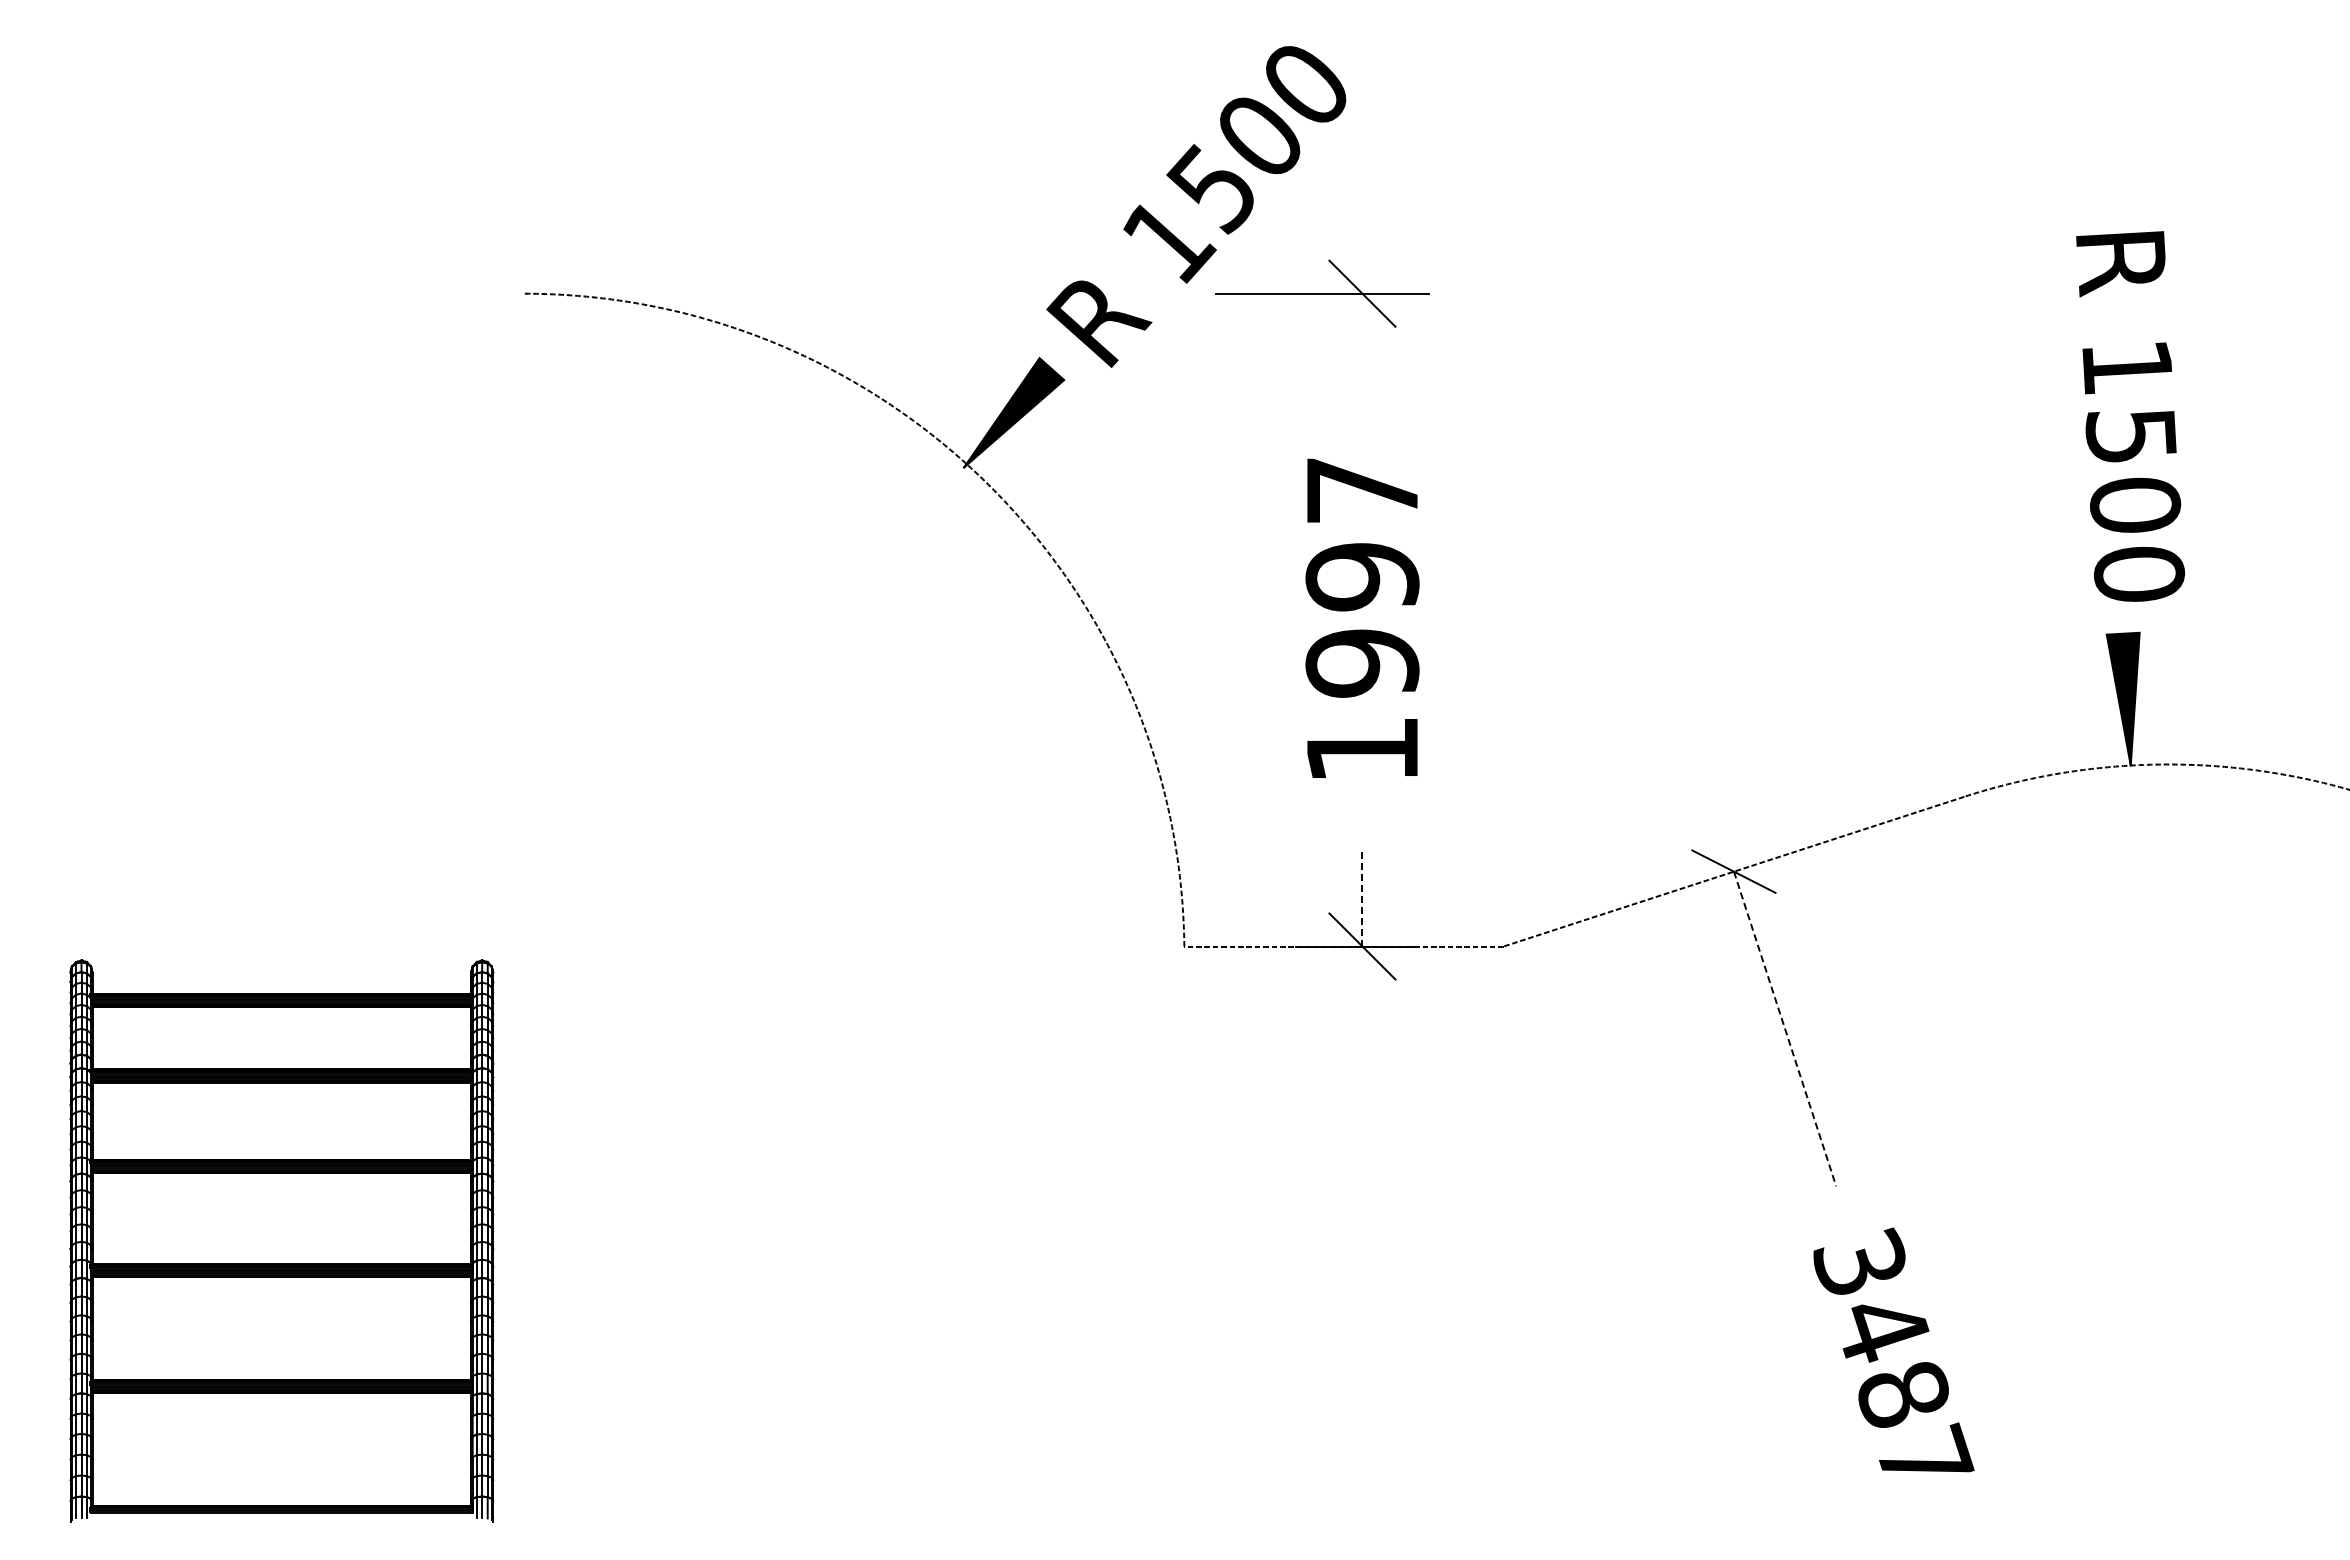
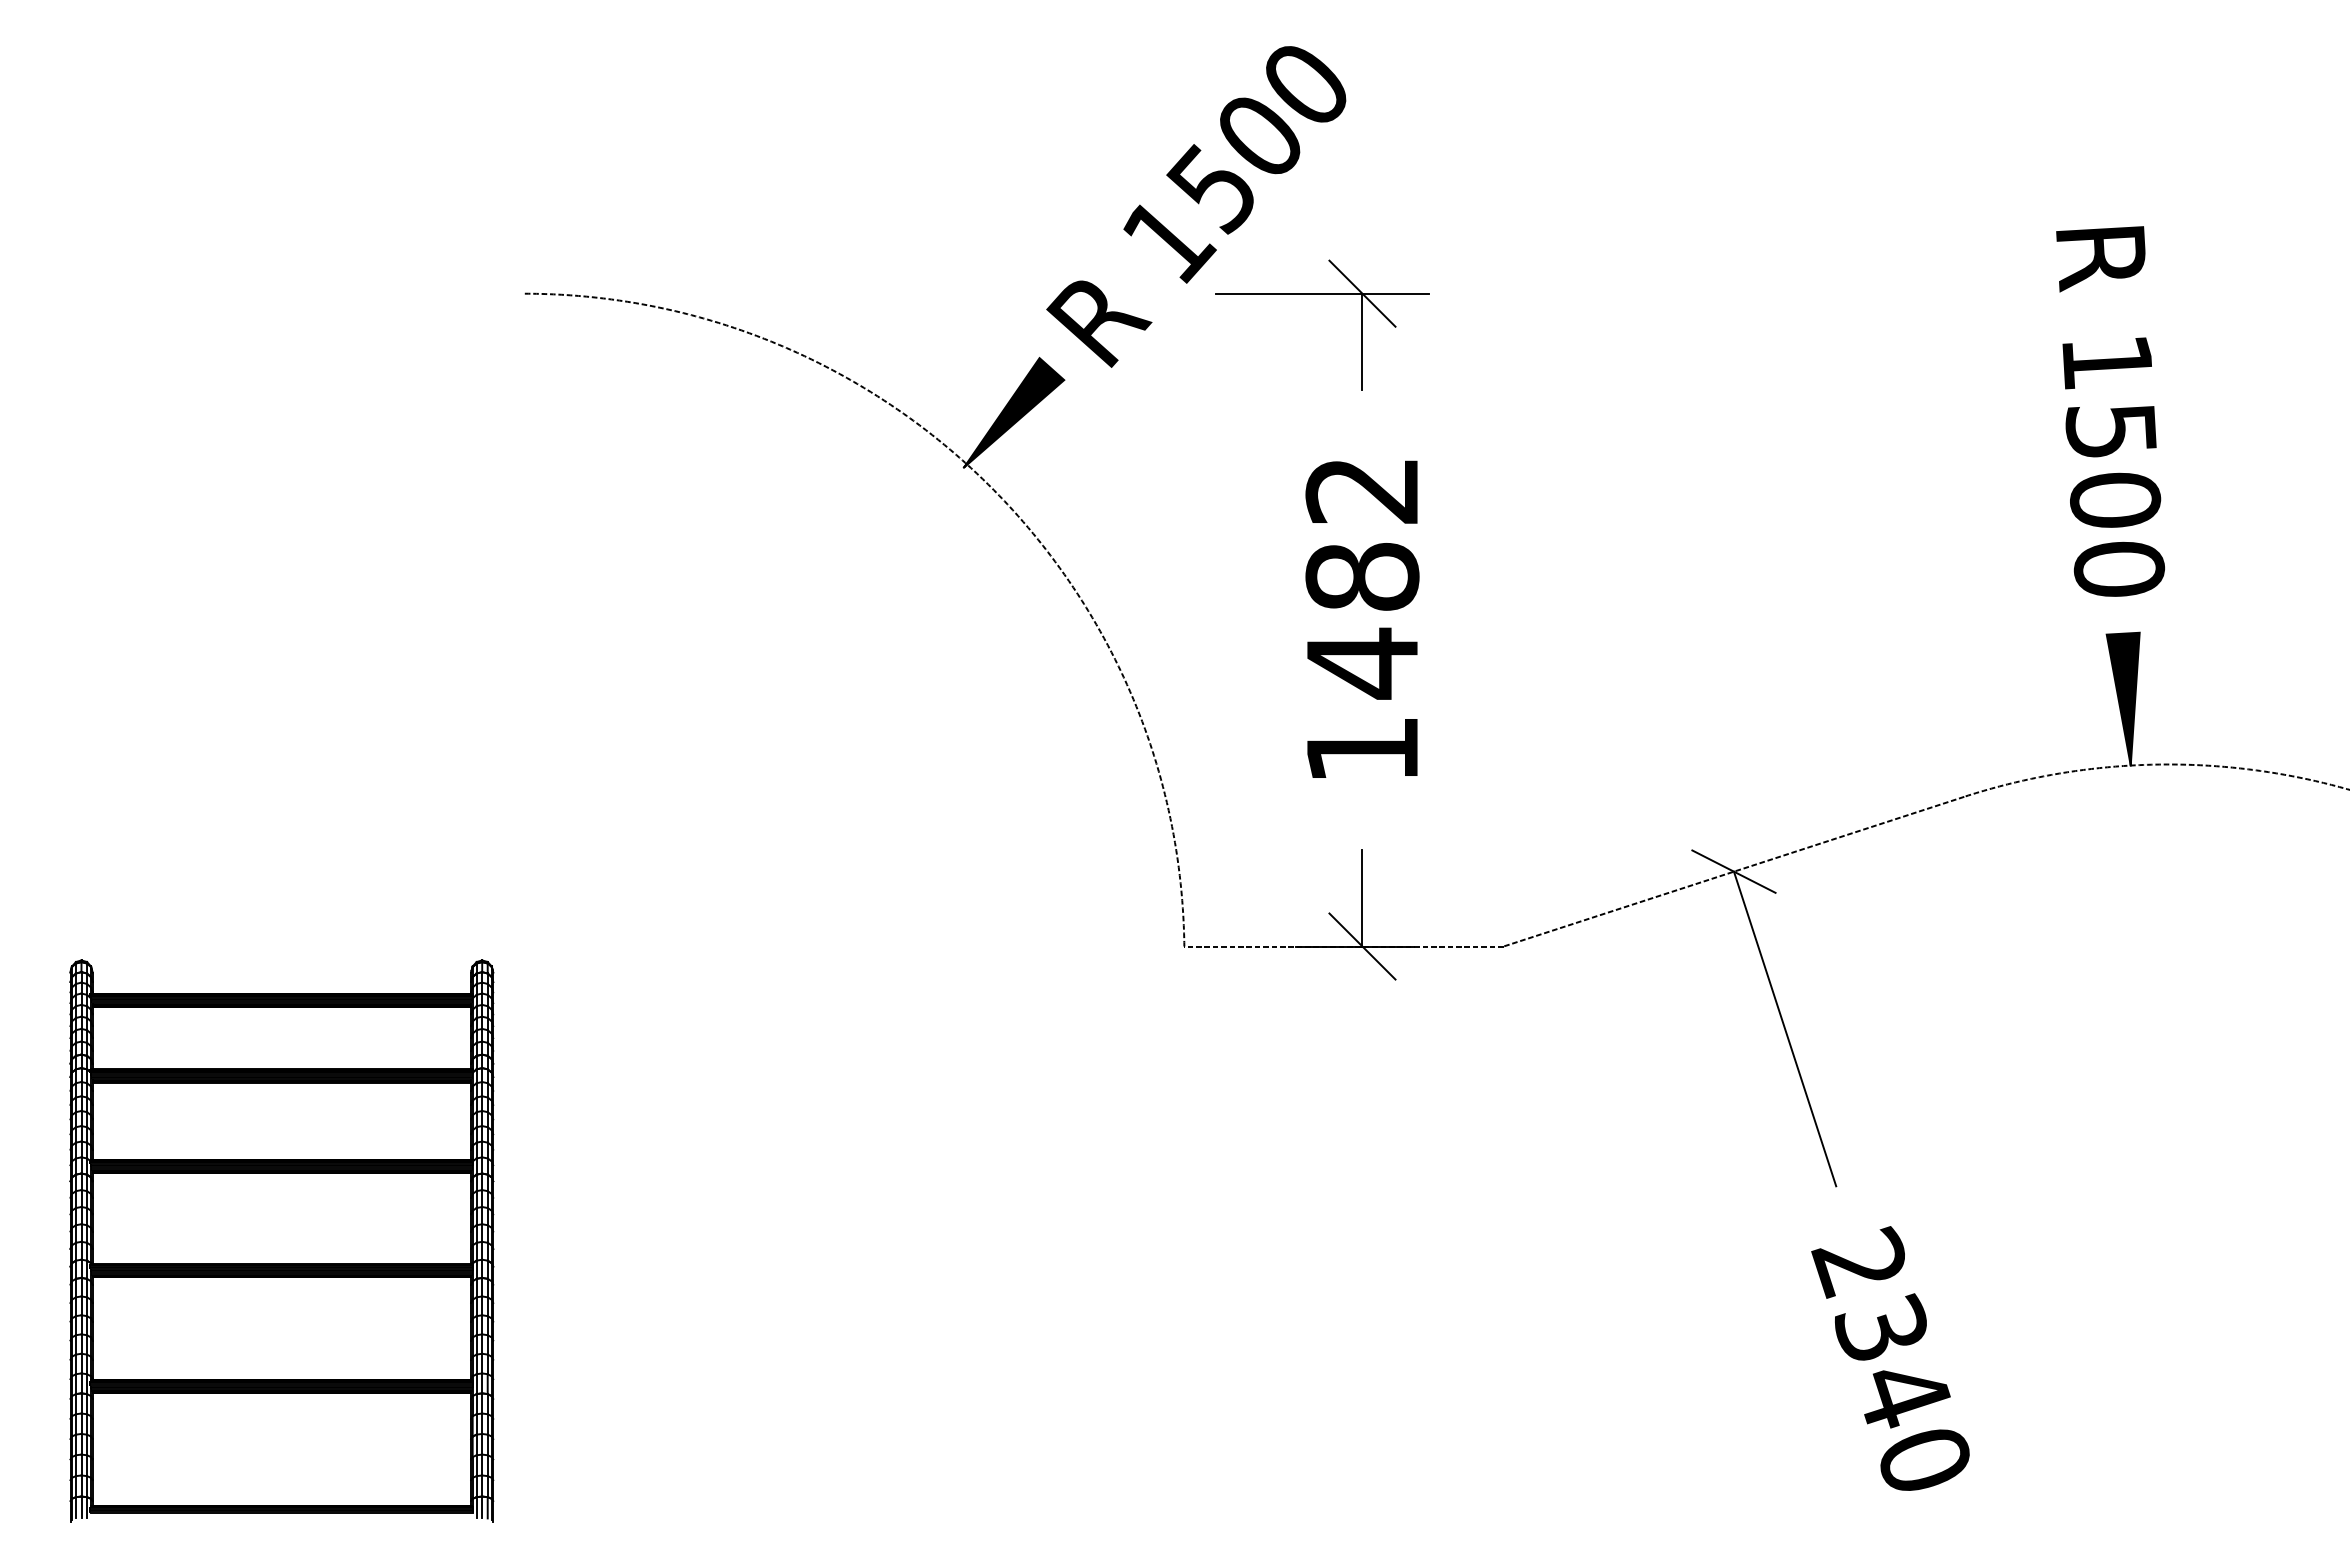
line at (1362, 341): none -> present
text at (2130, 416) position: (2130, 416) -> (2110, 411)
text at (1362, 578): 1997 -> 1482
line at (1362, 898): dashed -> solid
line at (1785, 1029): dashed -> solid
text at (1892, 1358): 3487 -> 2340
